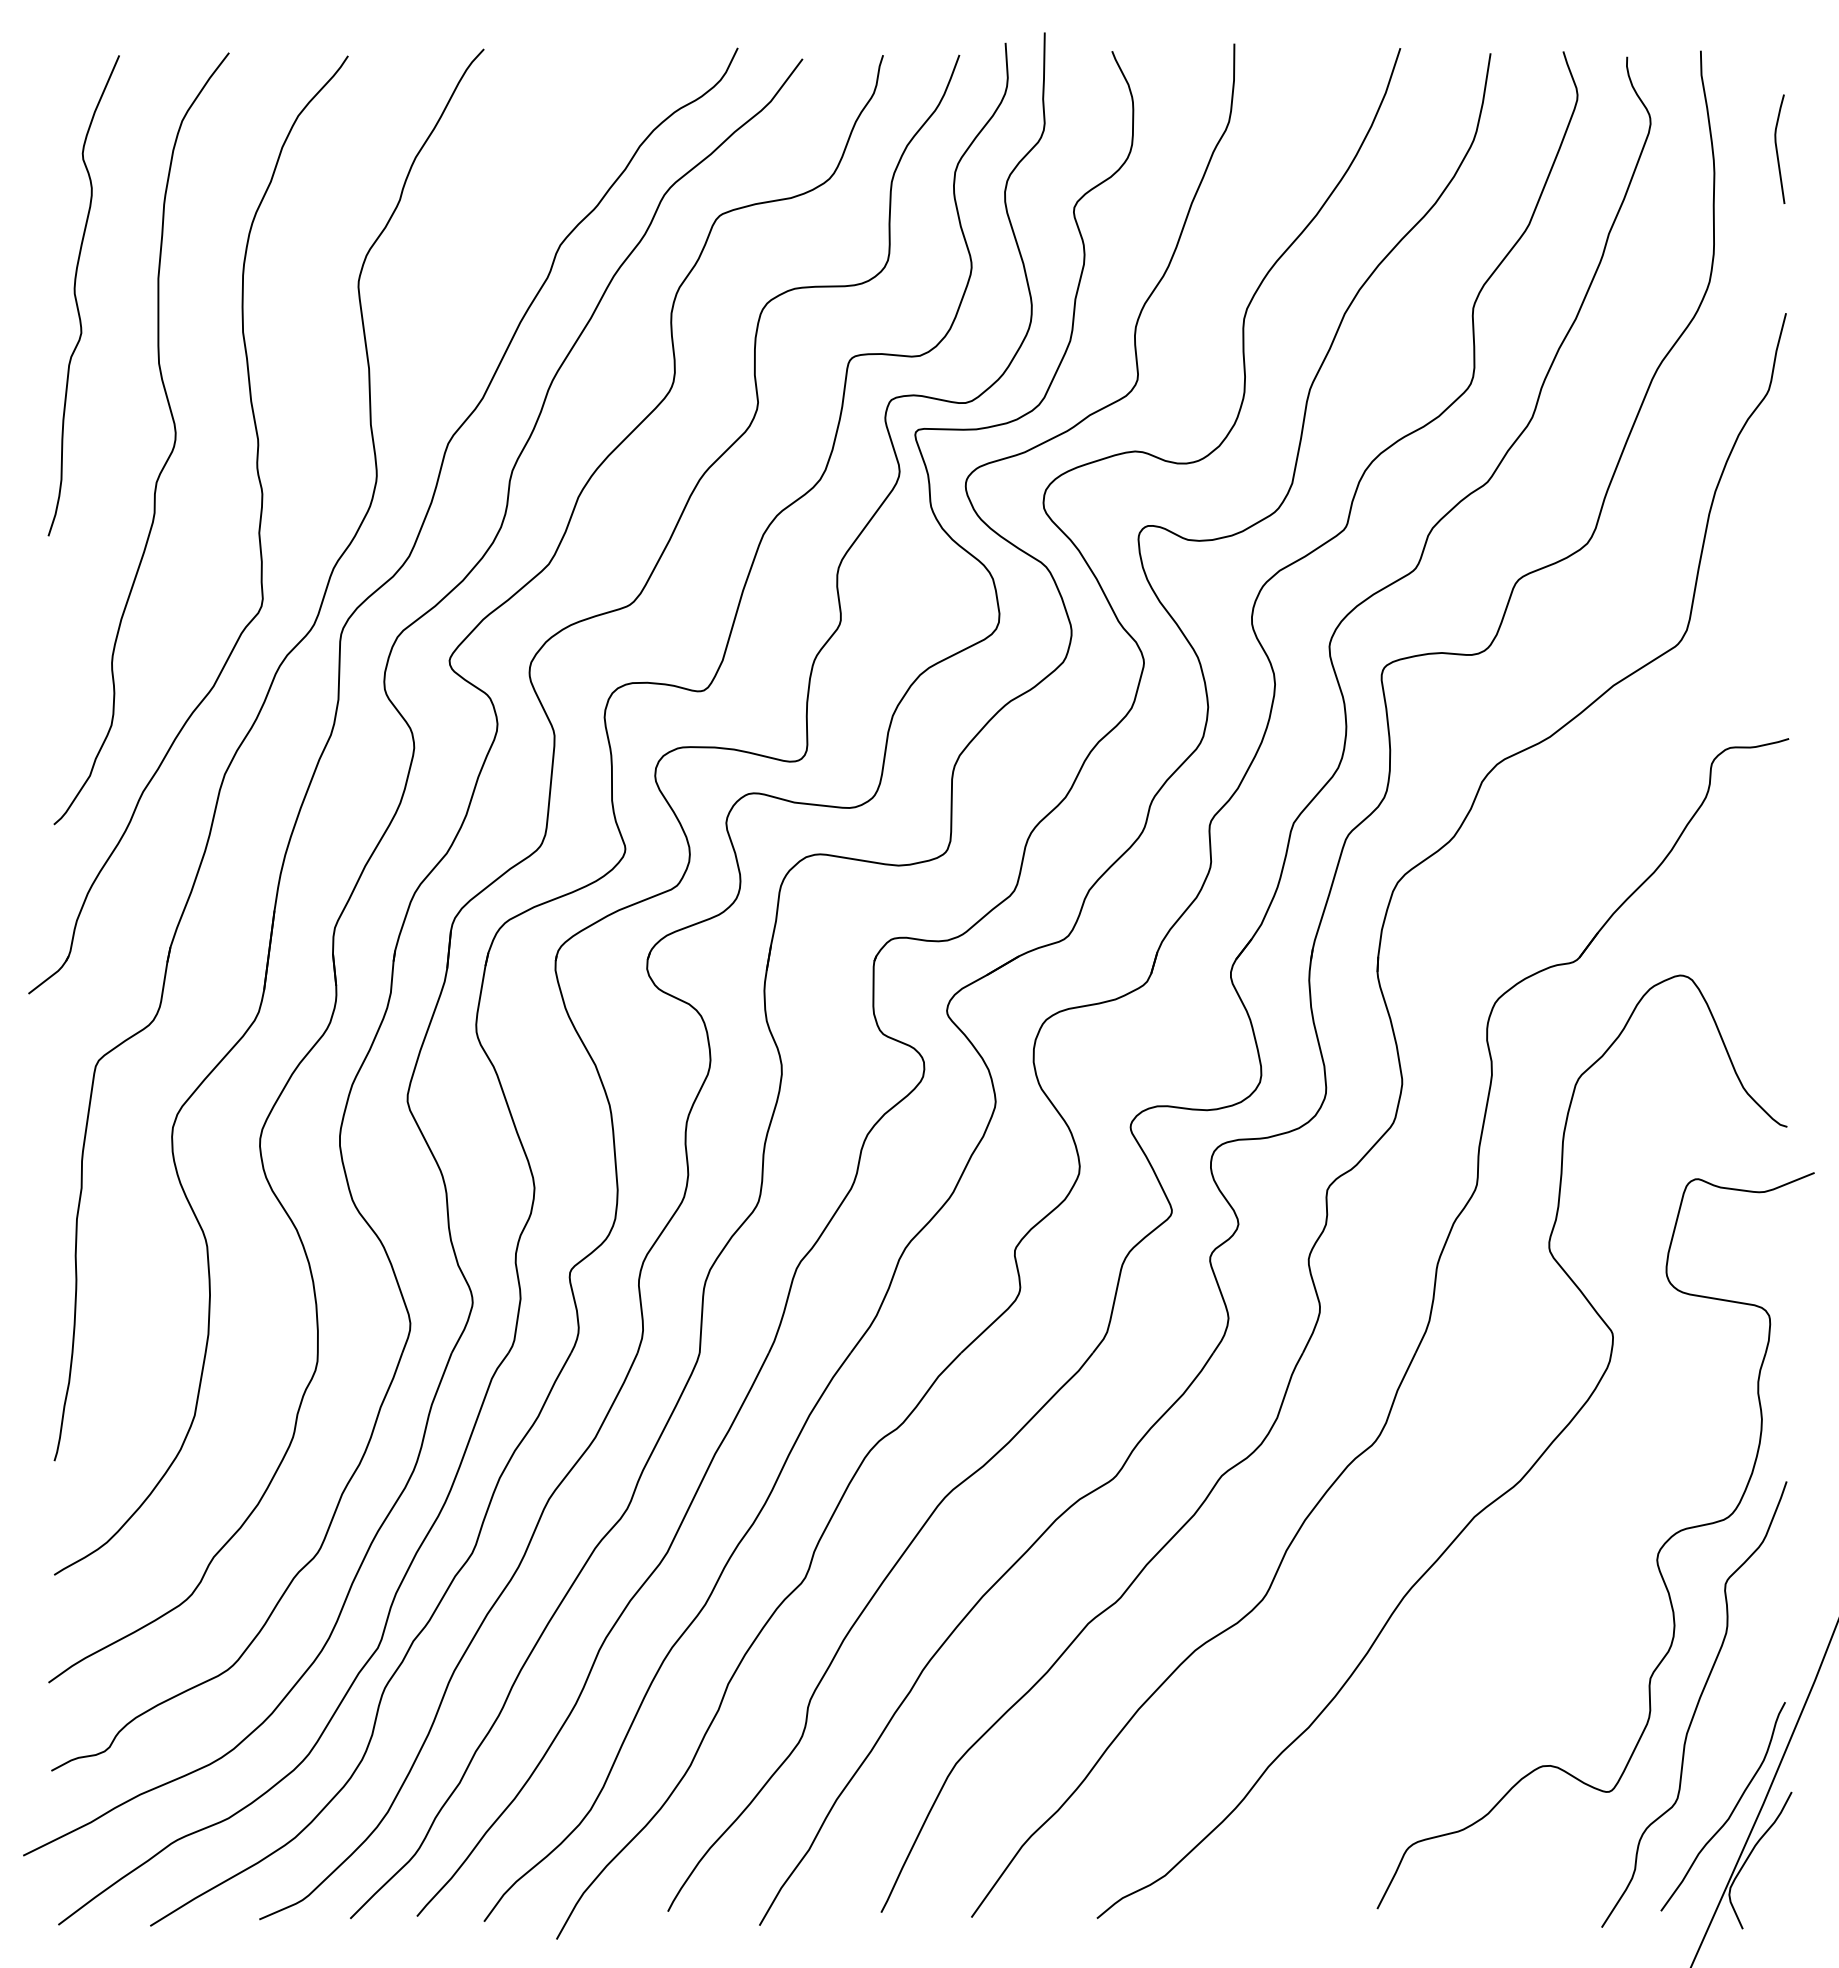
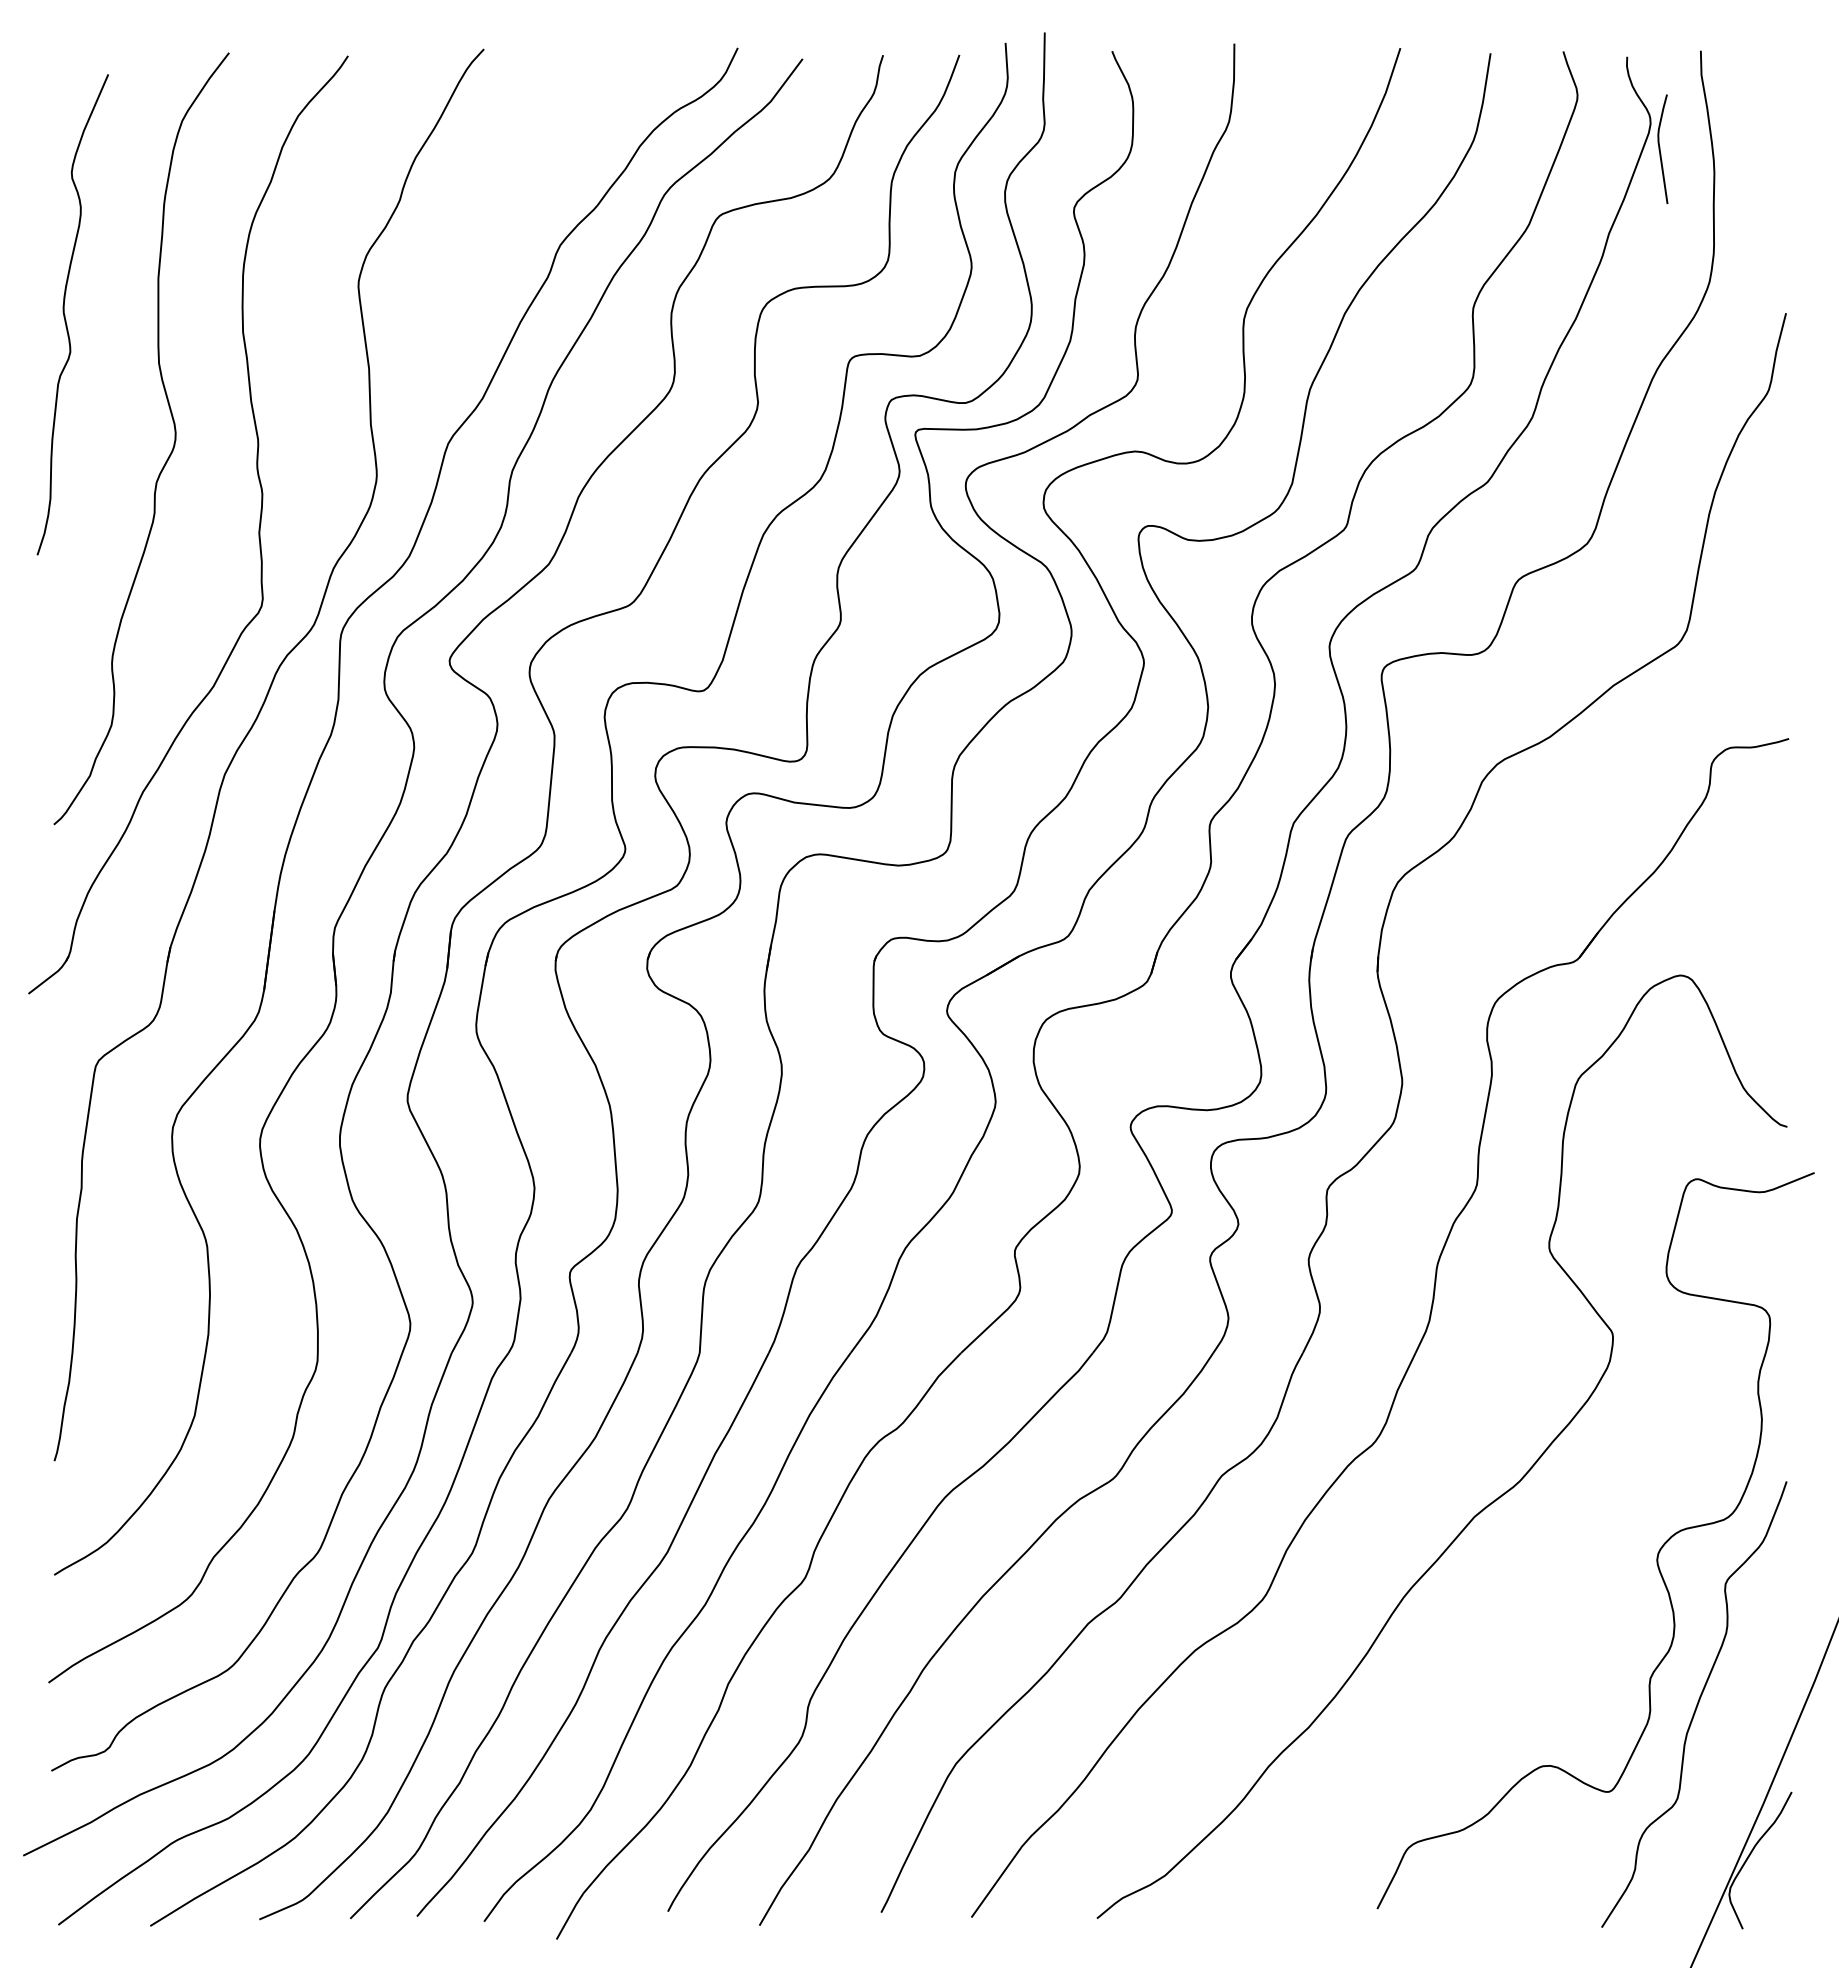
curve at (1777, 148) position: (1777, 148) -> (1660, 148)
curve at (76, 296) position: (76, 296) -> (65, 315)
curve at (1731, 1811): present -> none
